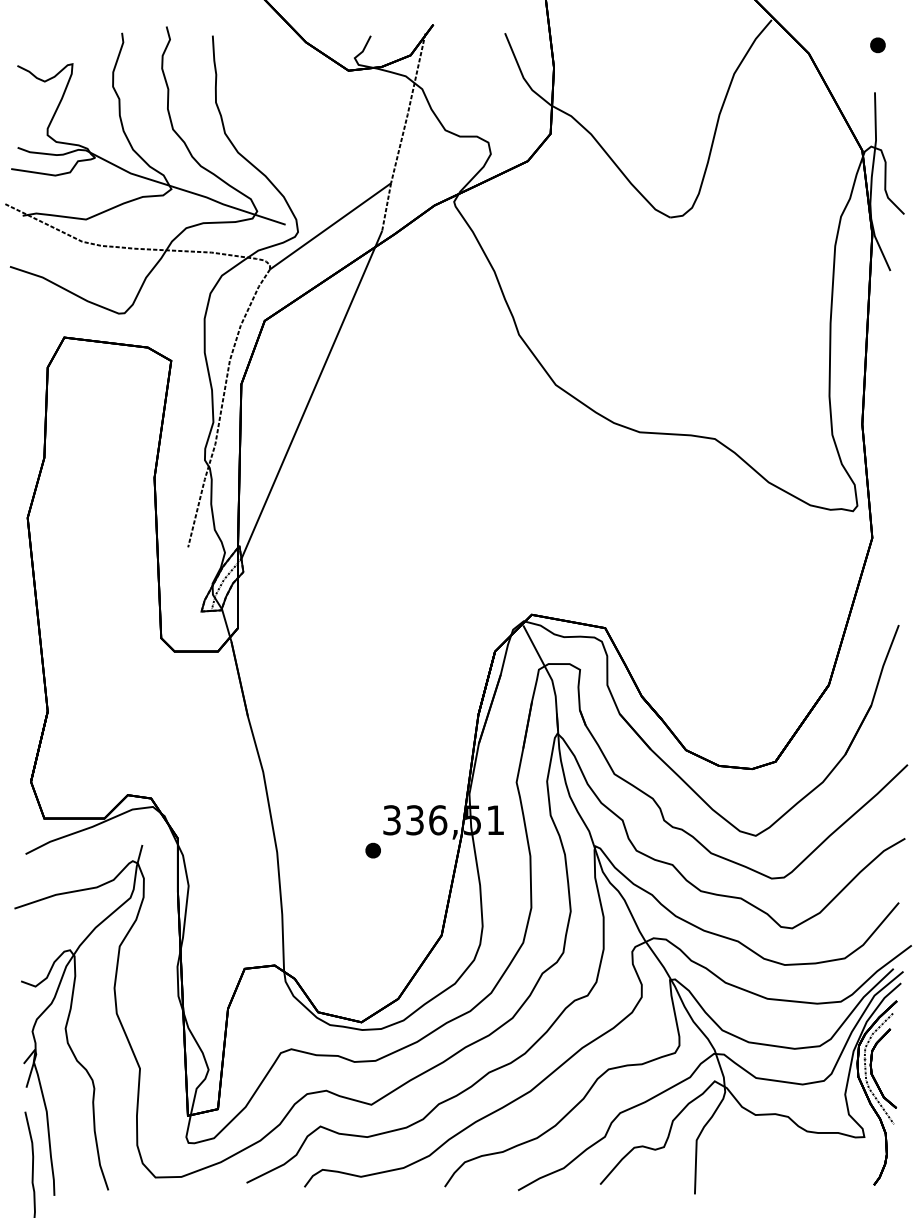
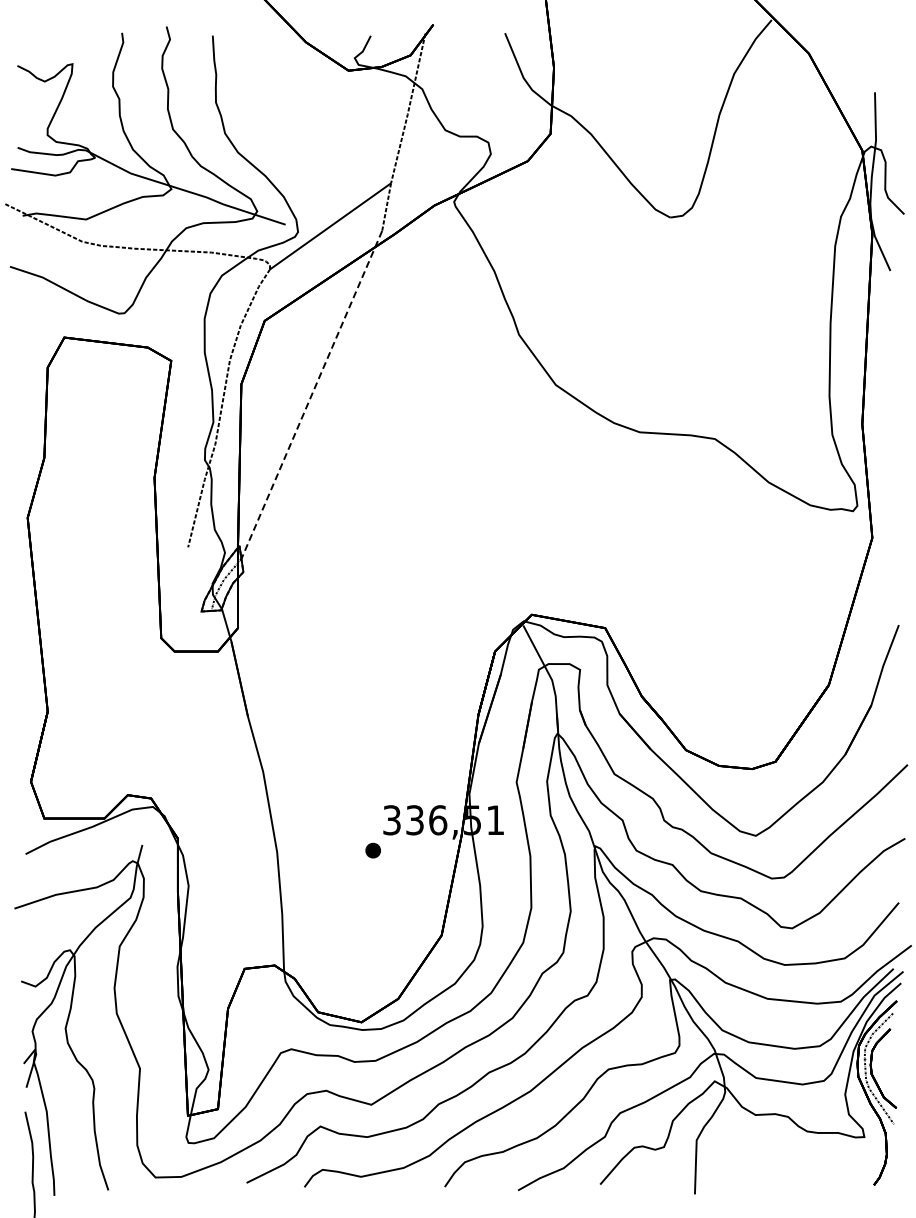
part at (877, 45): present -> none
line at (311, 395): solid -> dashed
